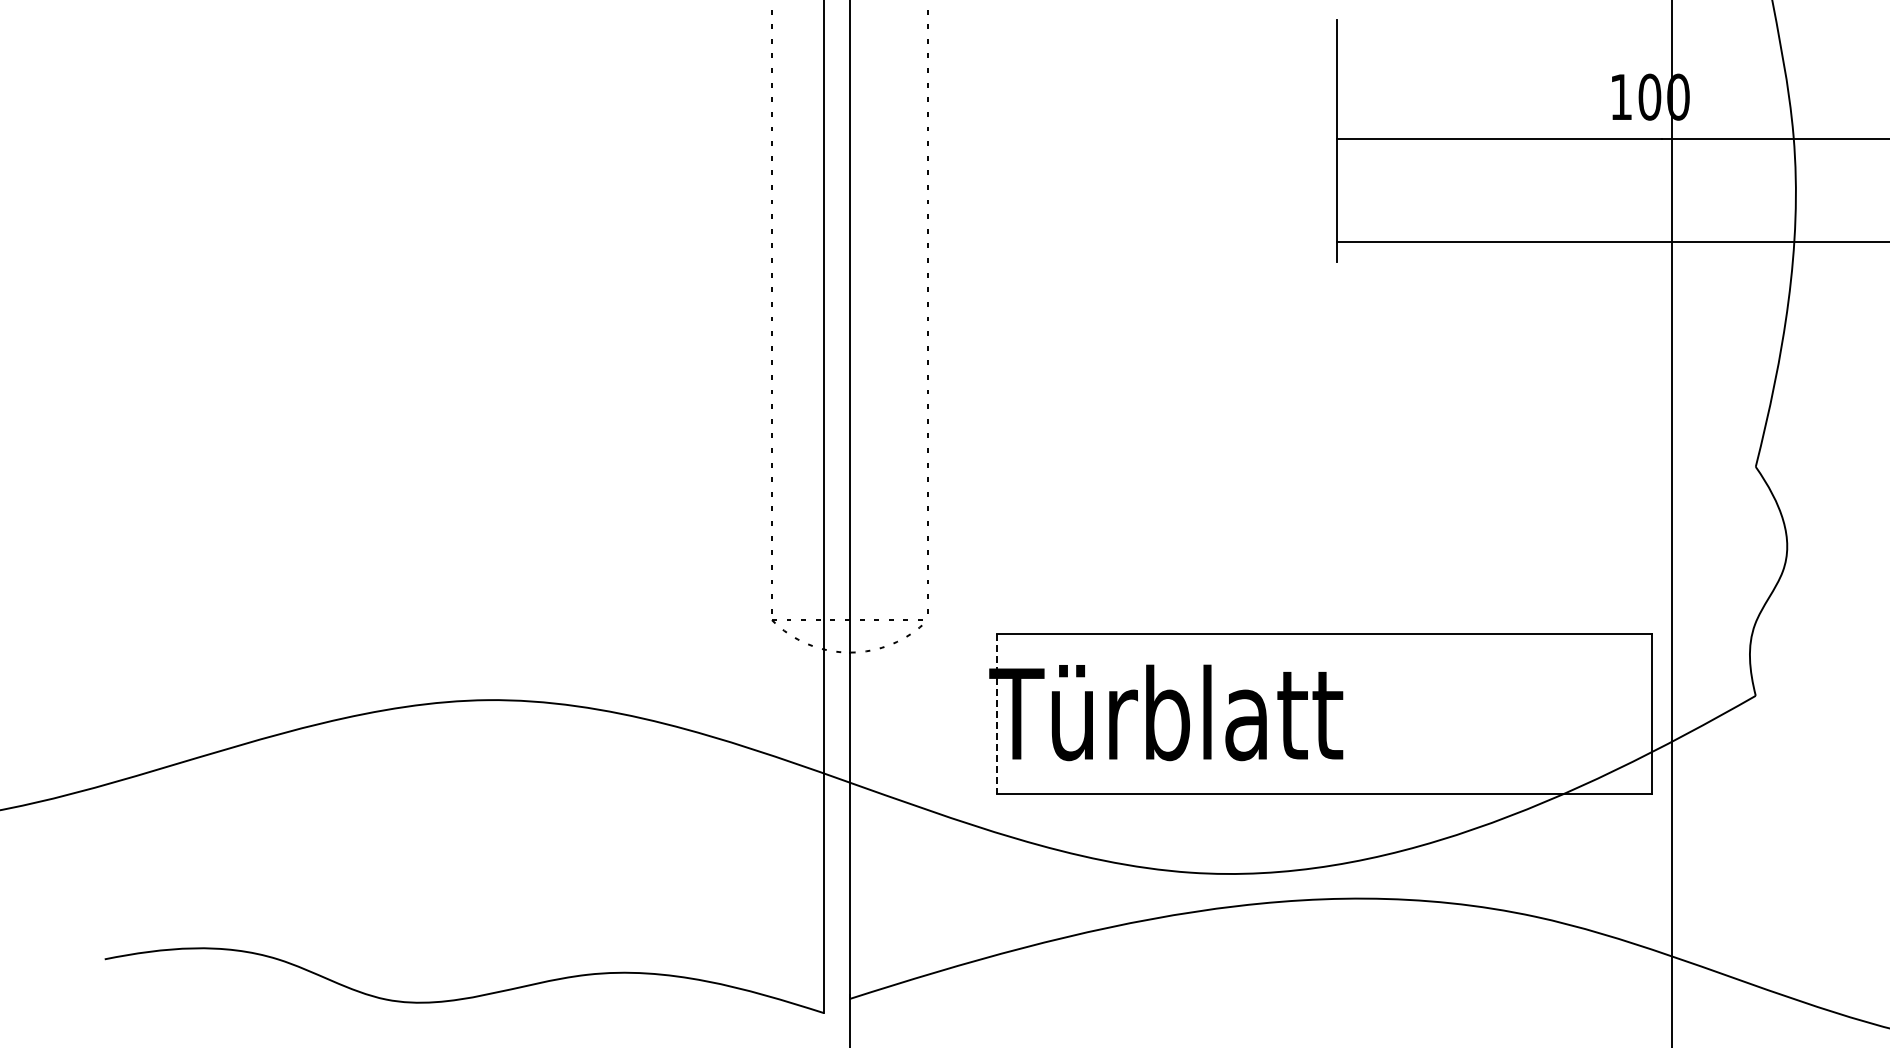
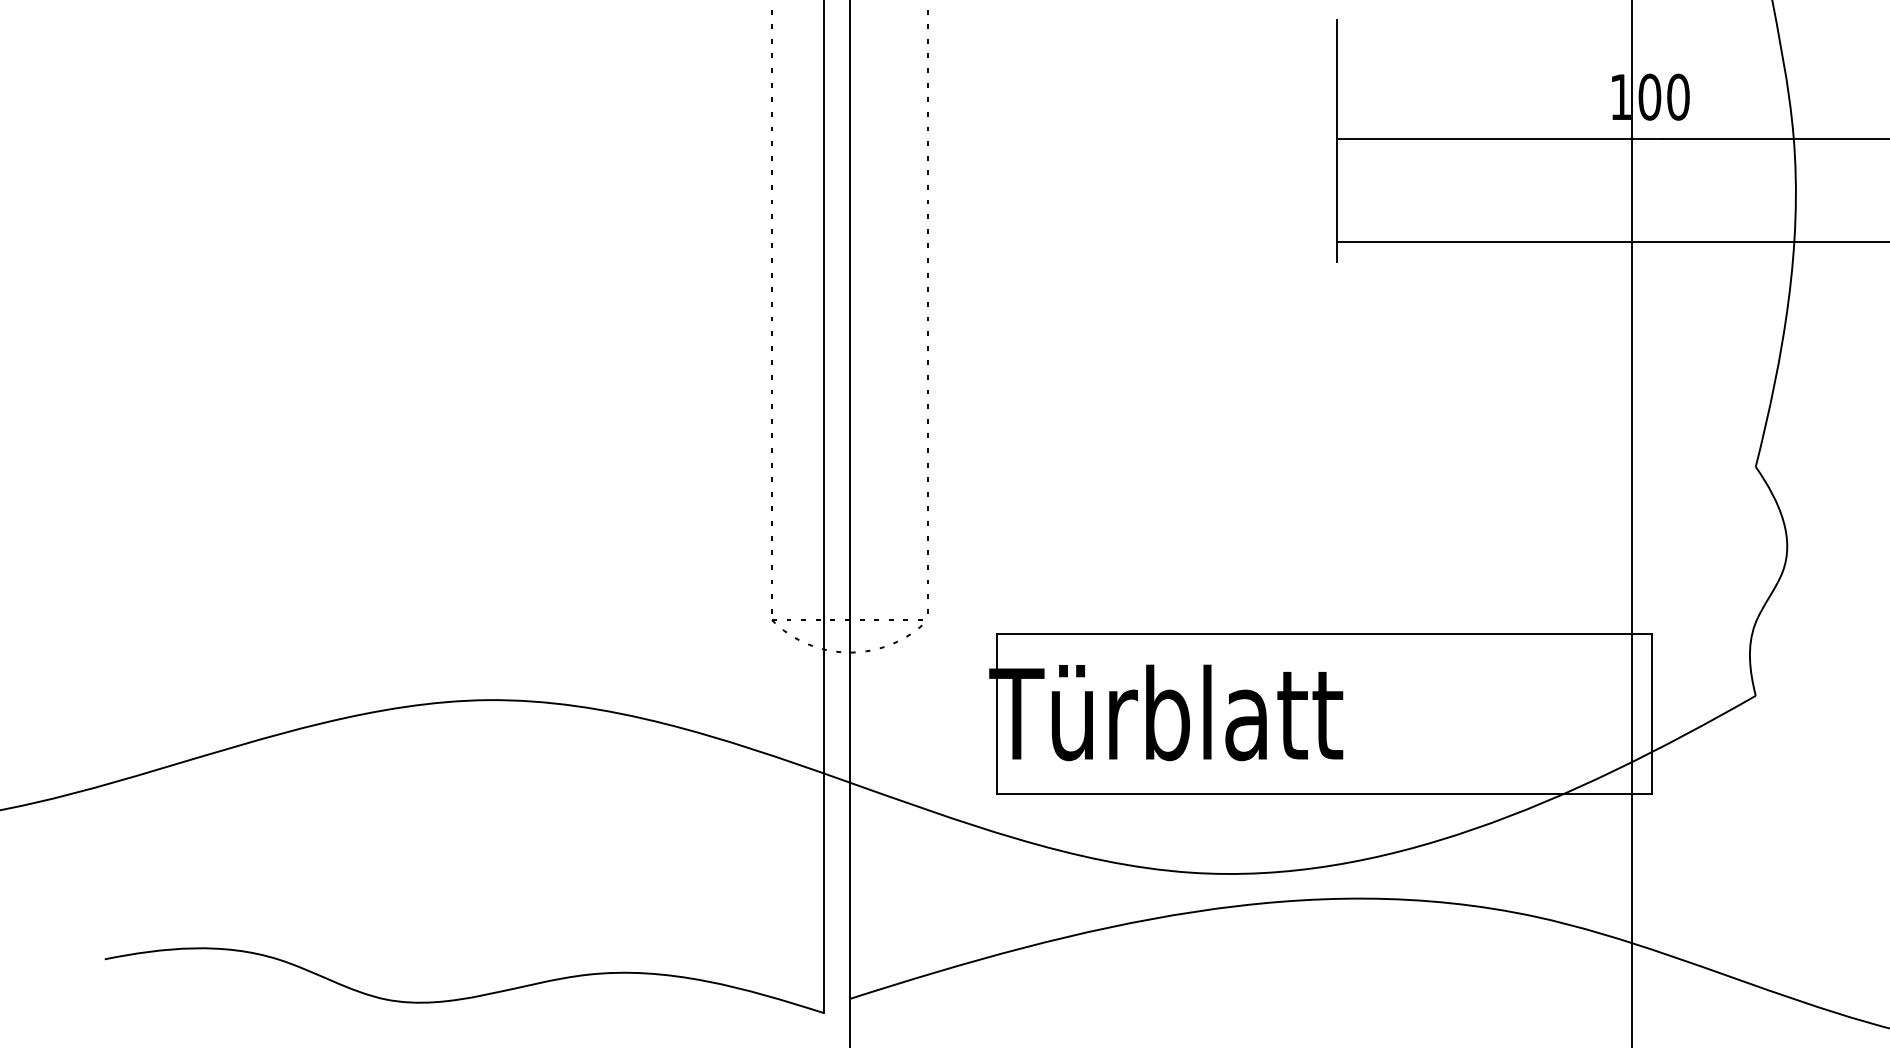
line at (1671, 523) position: (1671, 523) -> (1631, 523)
line at (997, 714): dashed -> solid
